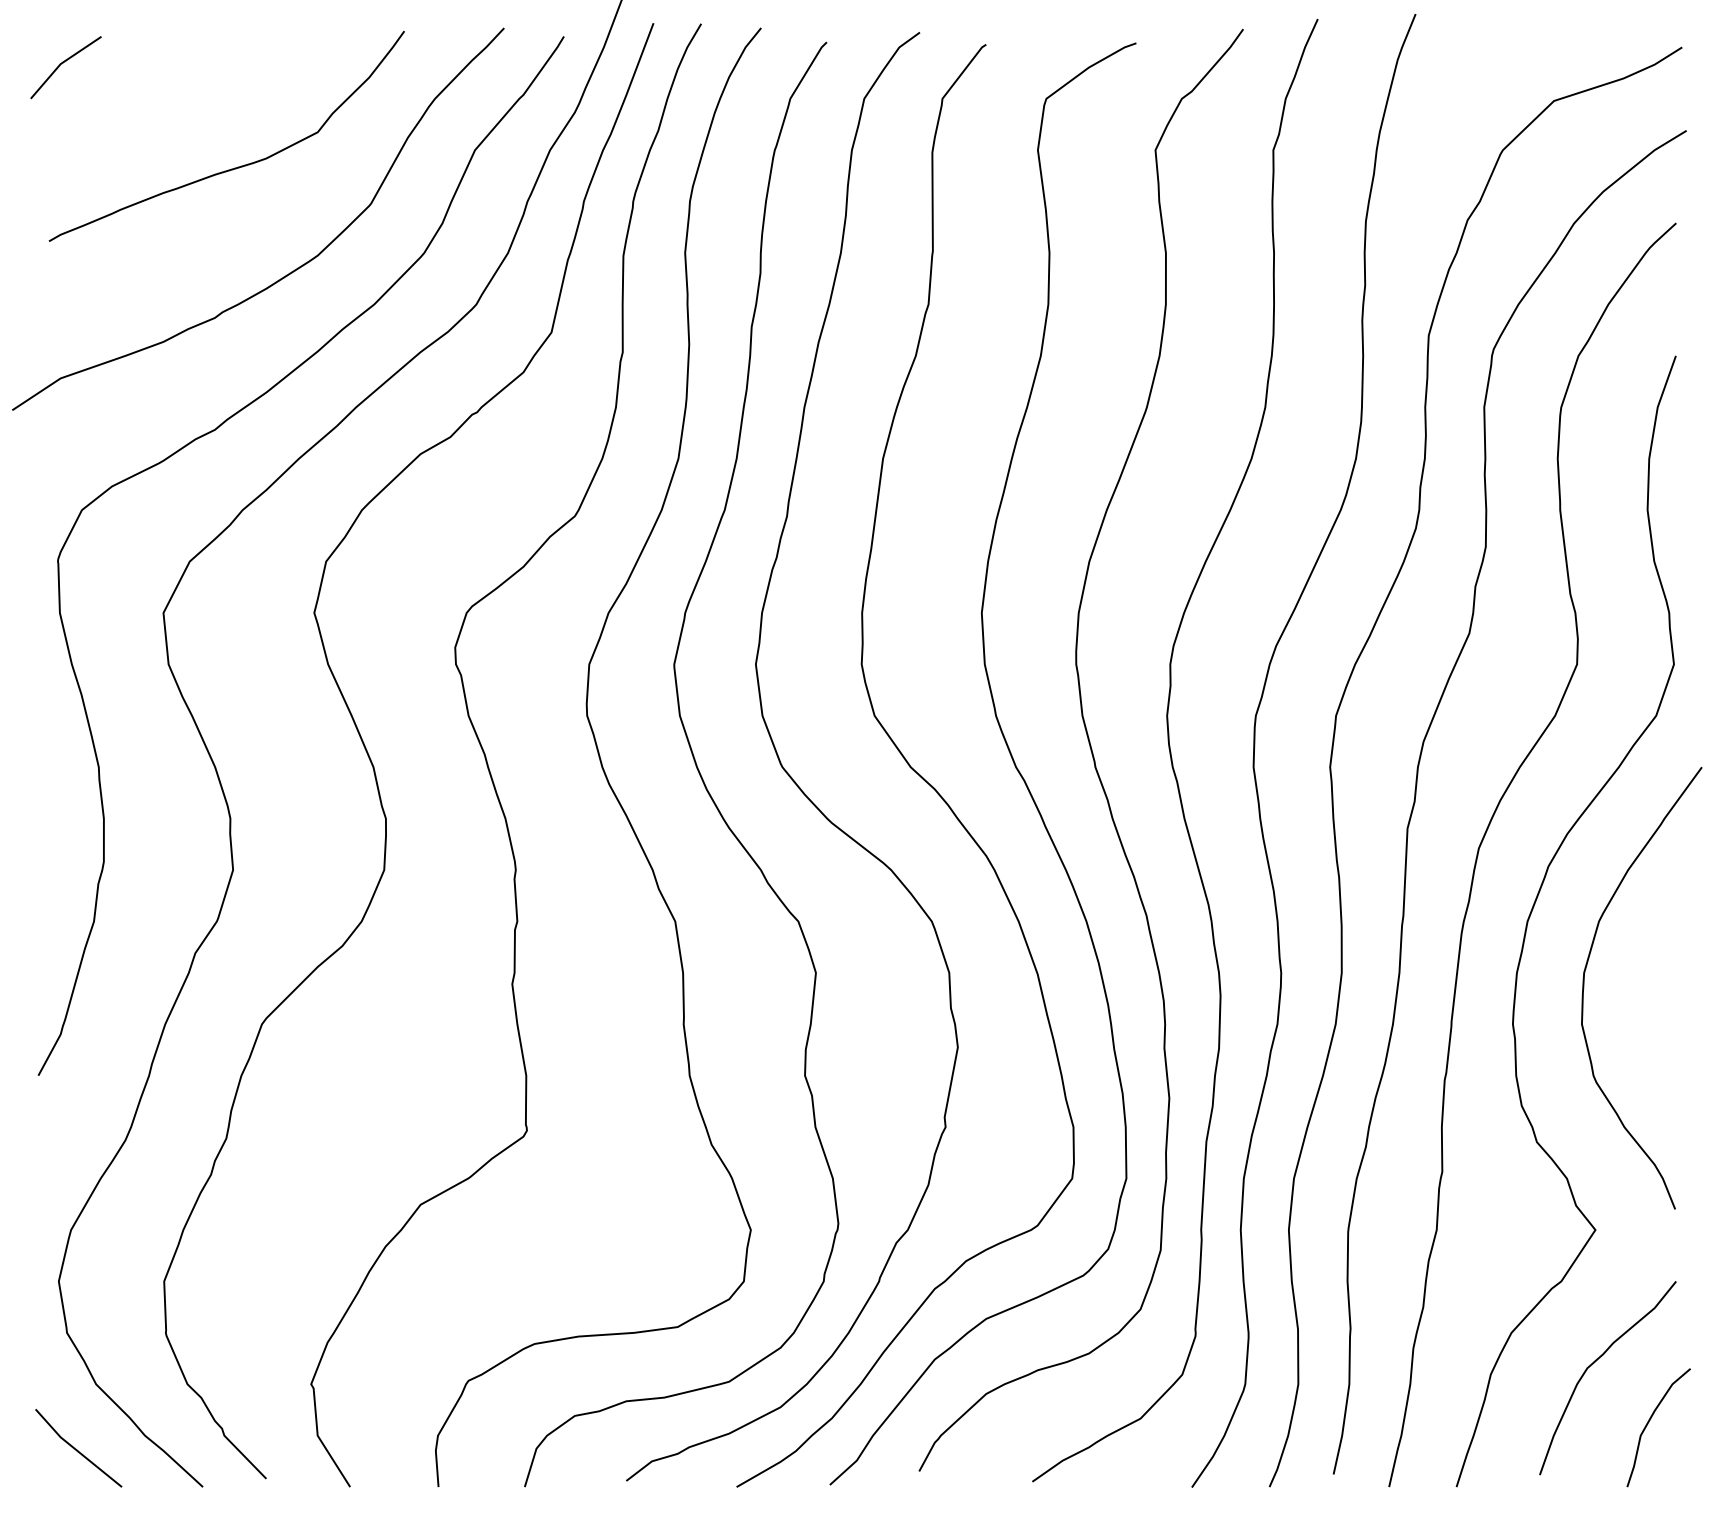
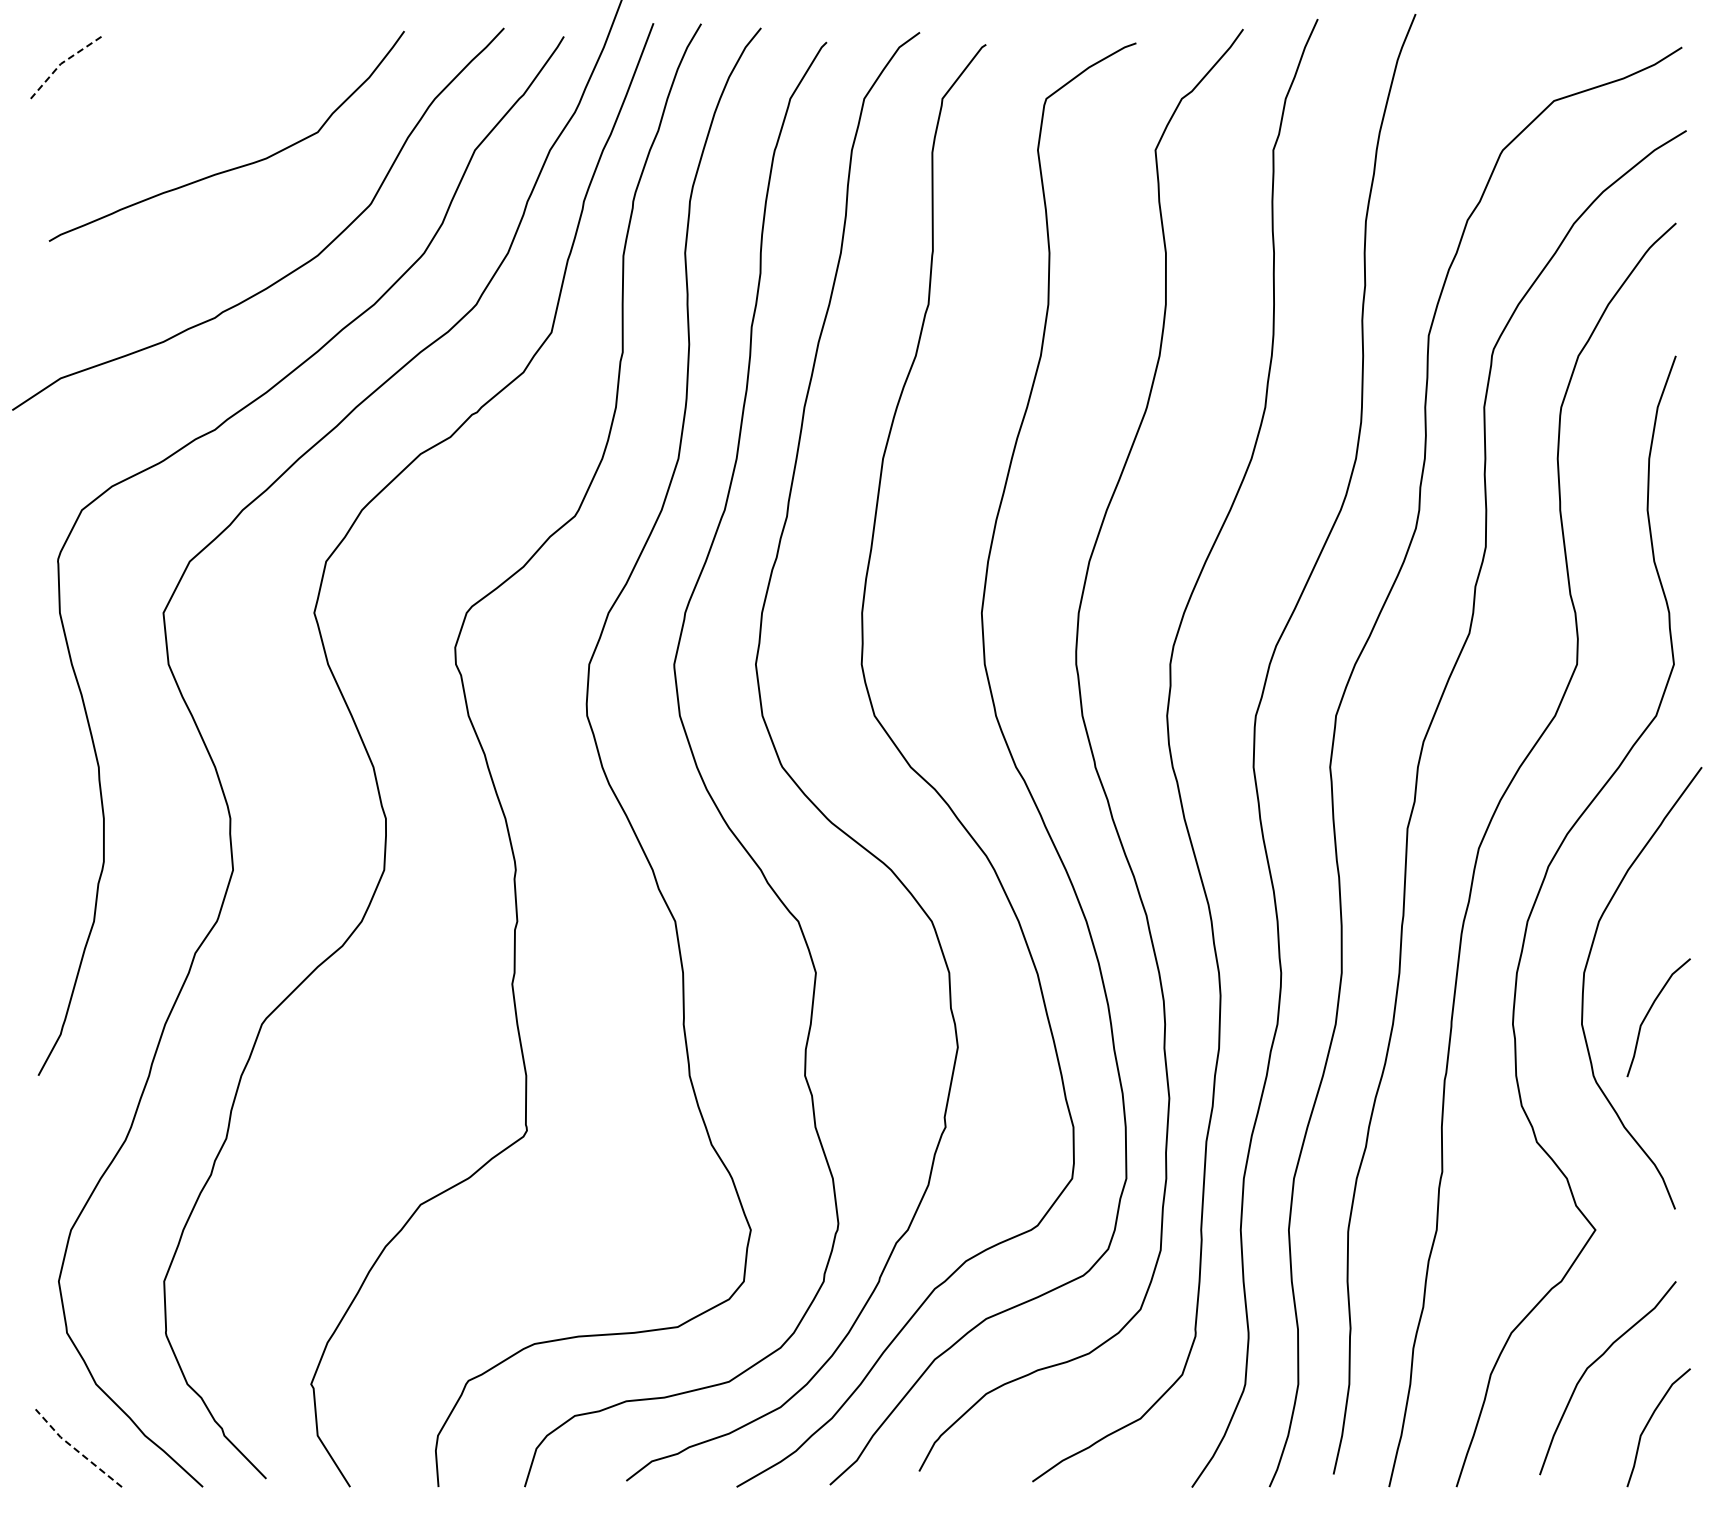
line at (61, 63): solid -> dashed
curve at (1649, 1012): none -> present
line at (76, 1449): solid -> dashed
